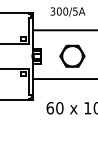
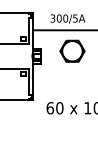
text at (67, 11) position: (67, 11) -> (67, 18)
part at (72, 55) position: (72, 55) -> (72, 50)
line at (63, 79): present -> none
